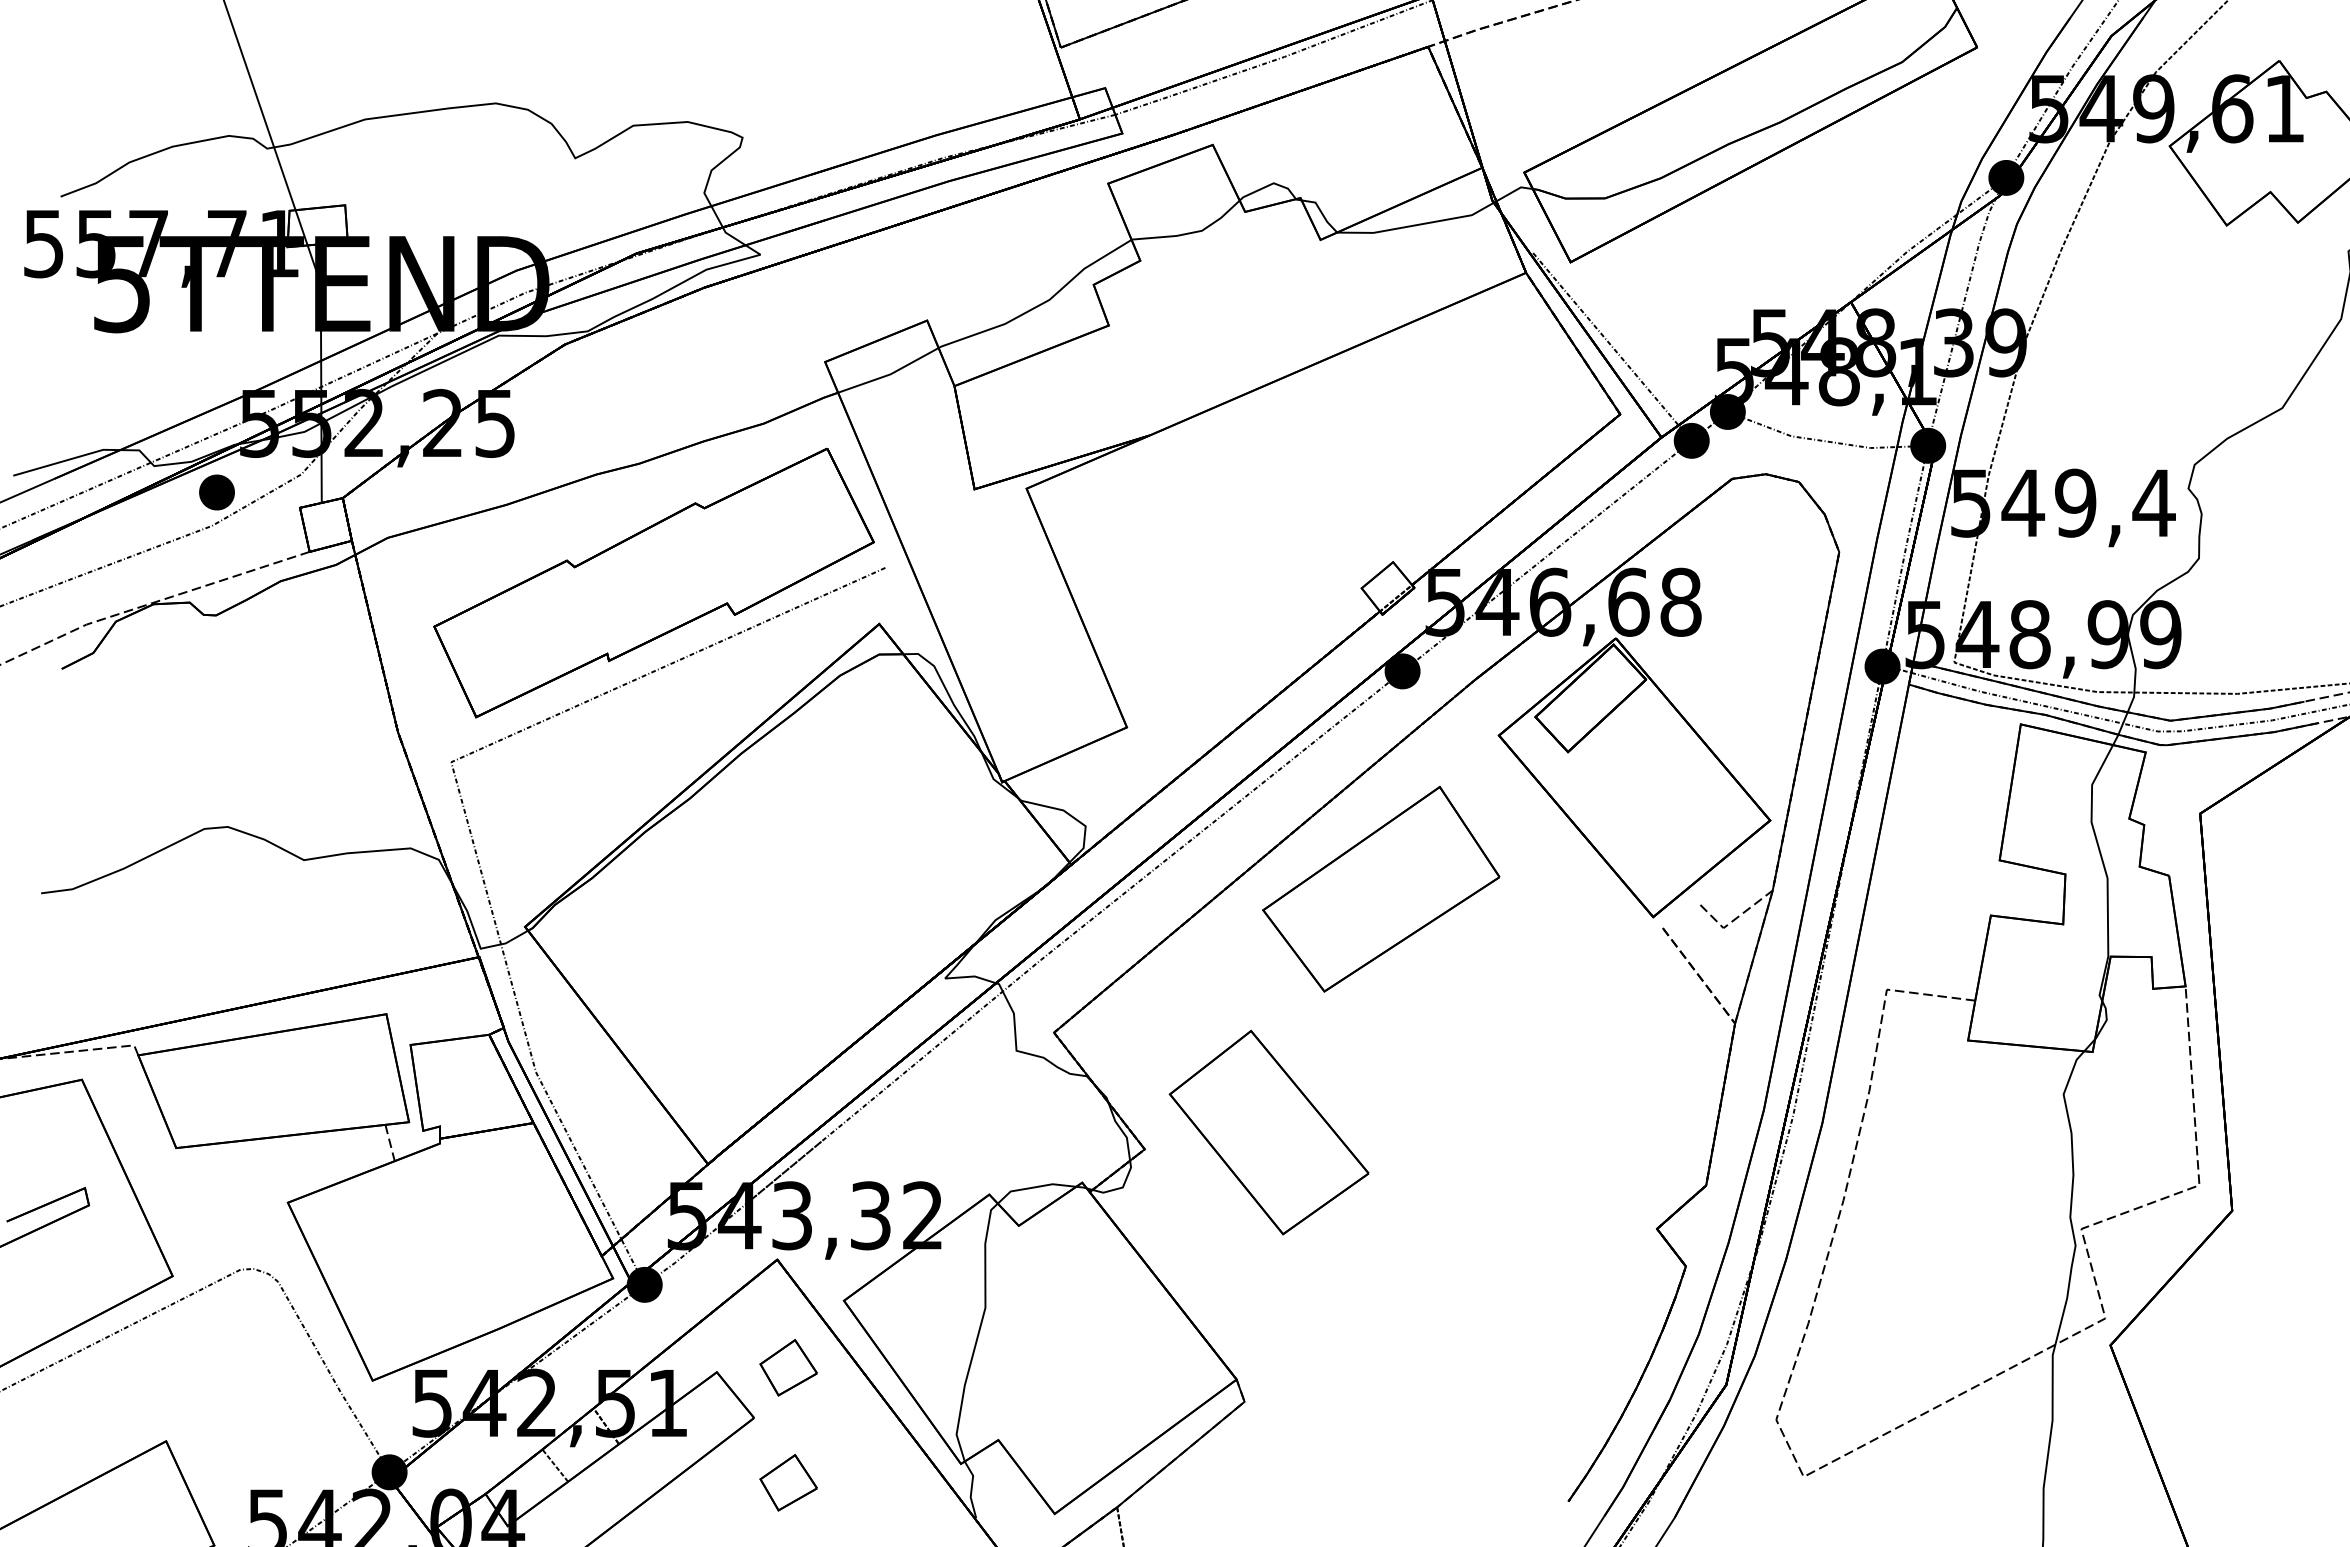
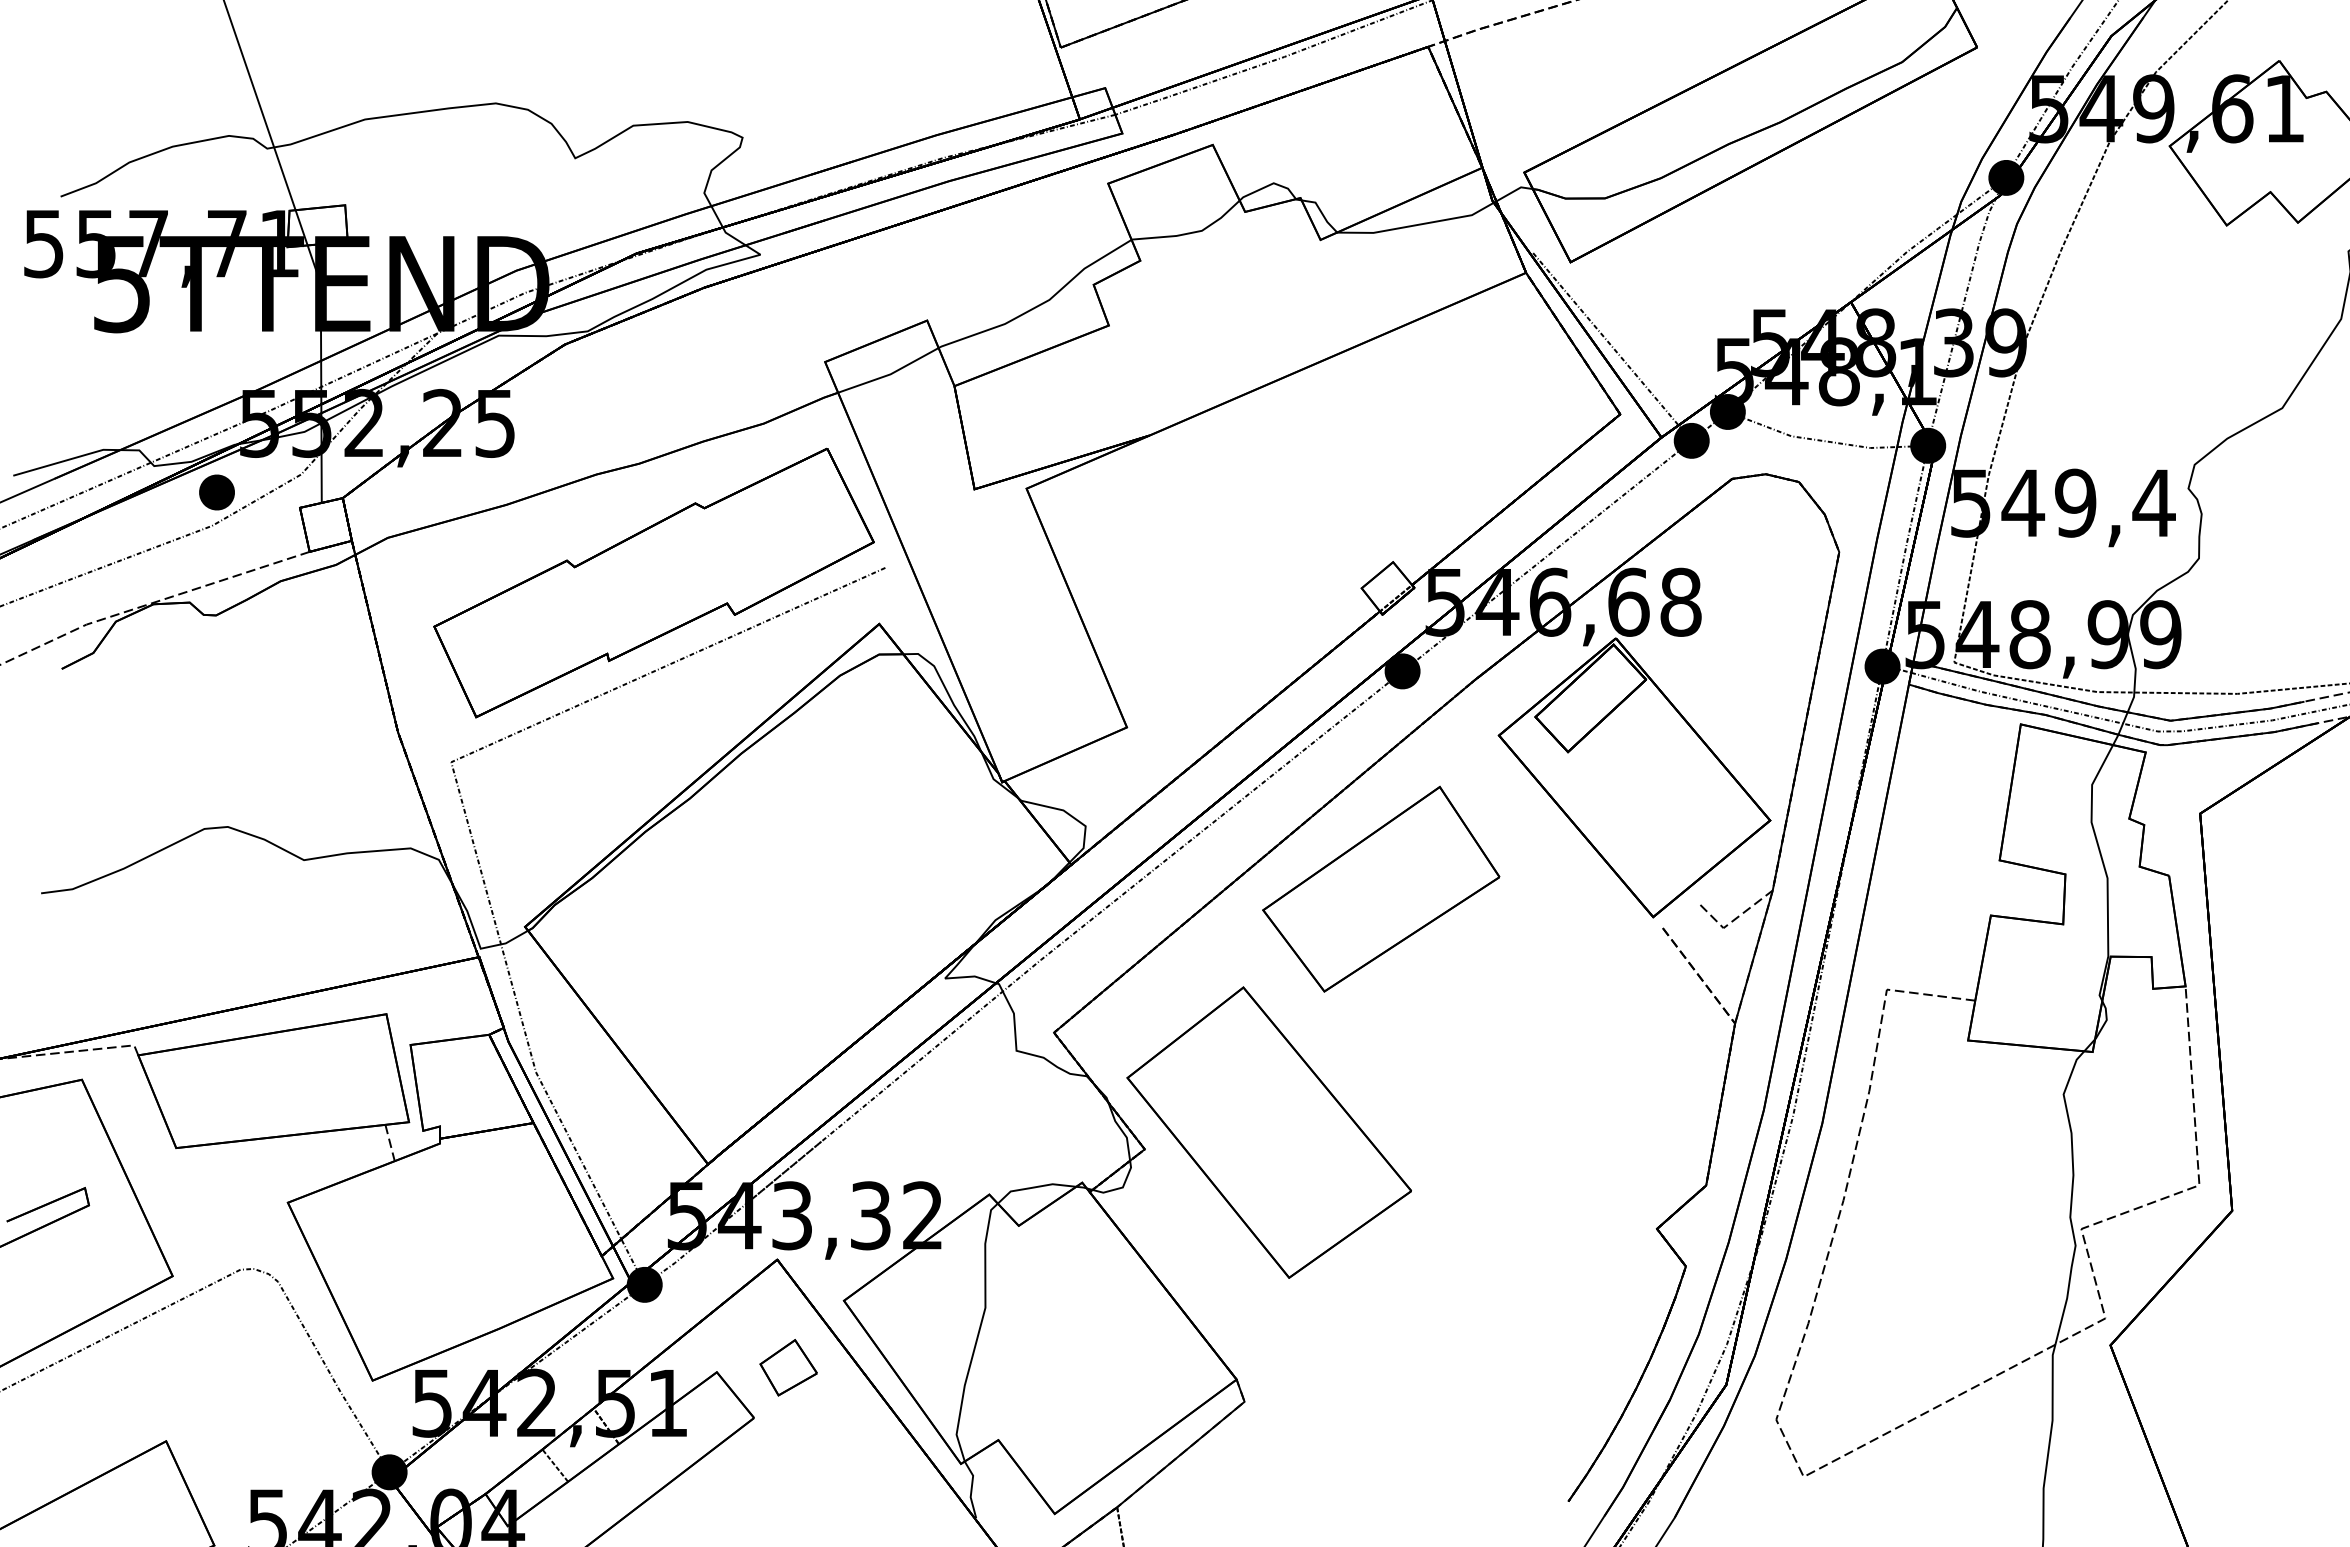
part at (1268, 1132) size: 202x207 px -> 286x293 px
part at (788, 1482): present -> none
